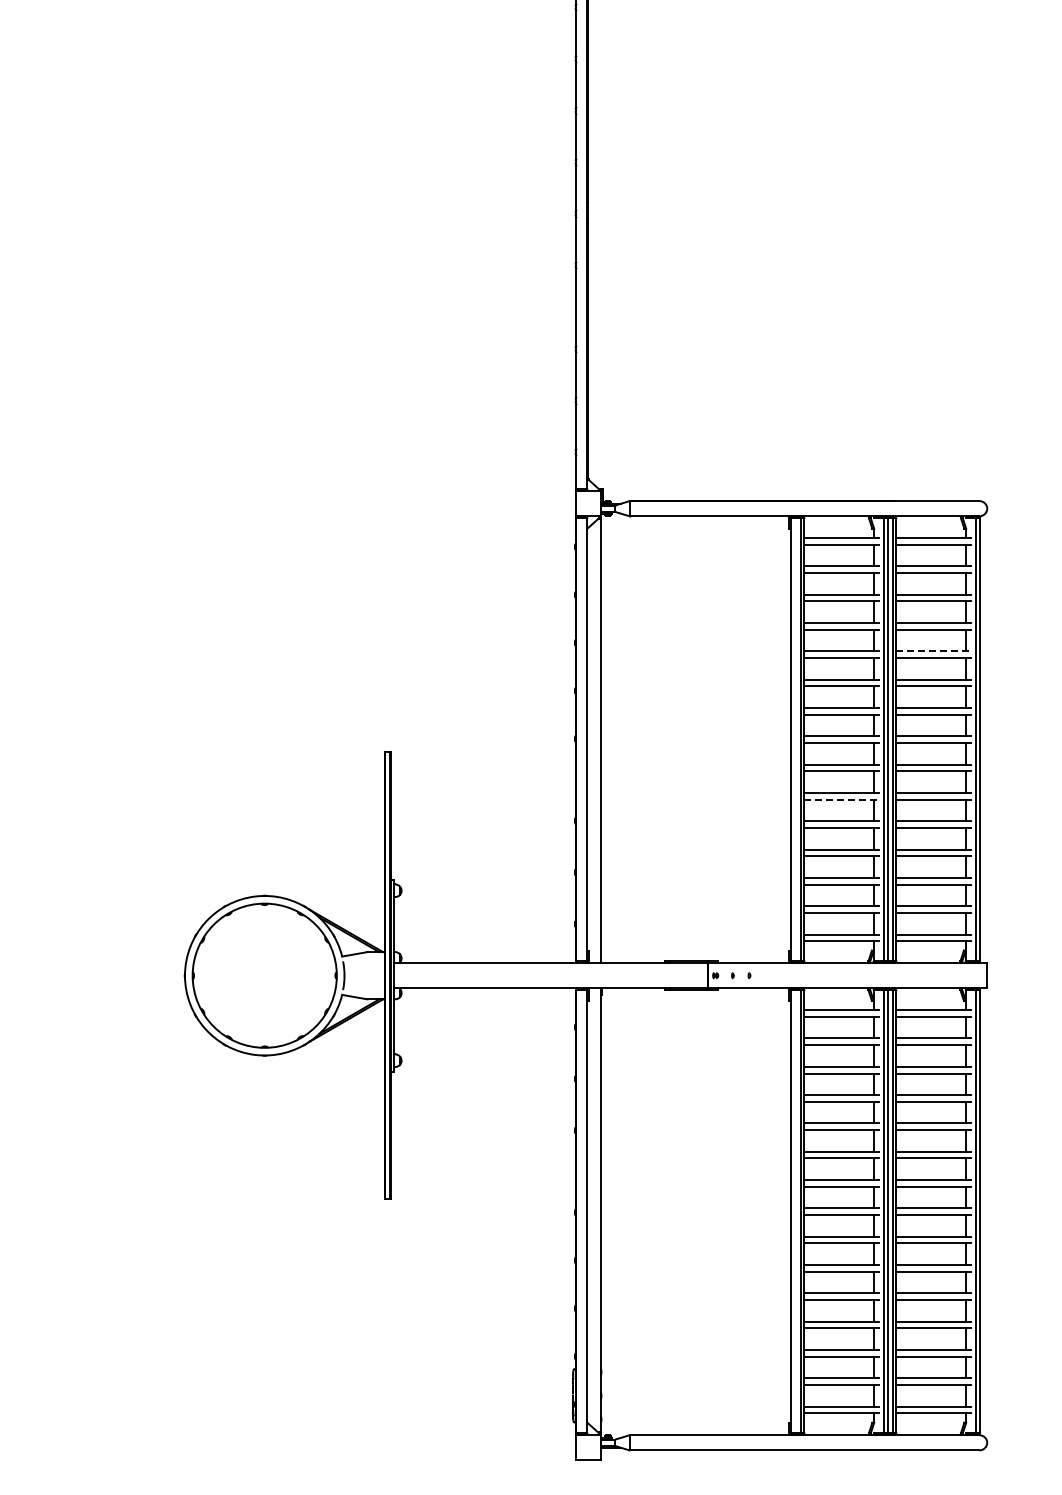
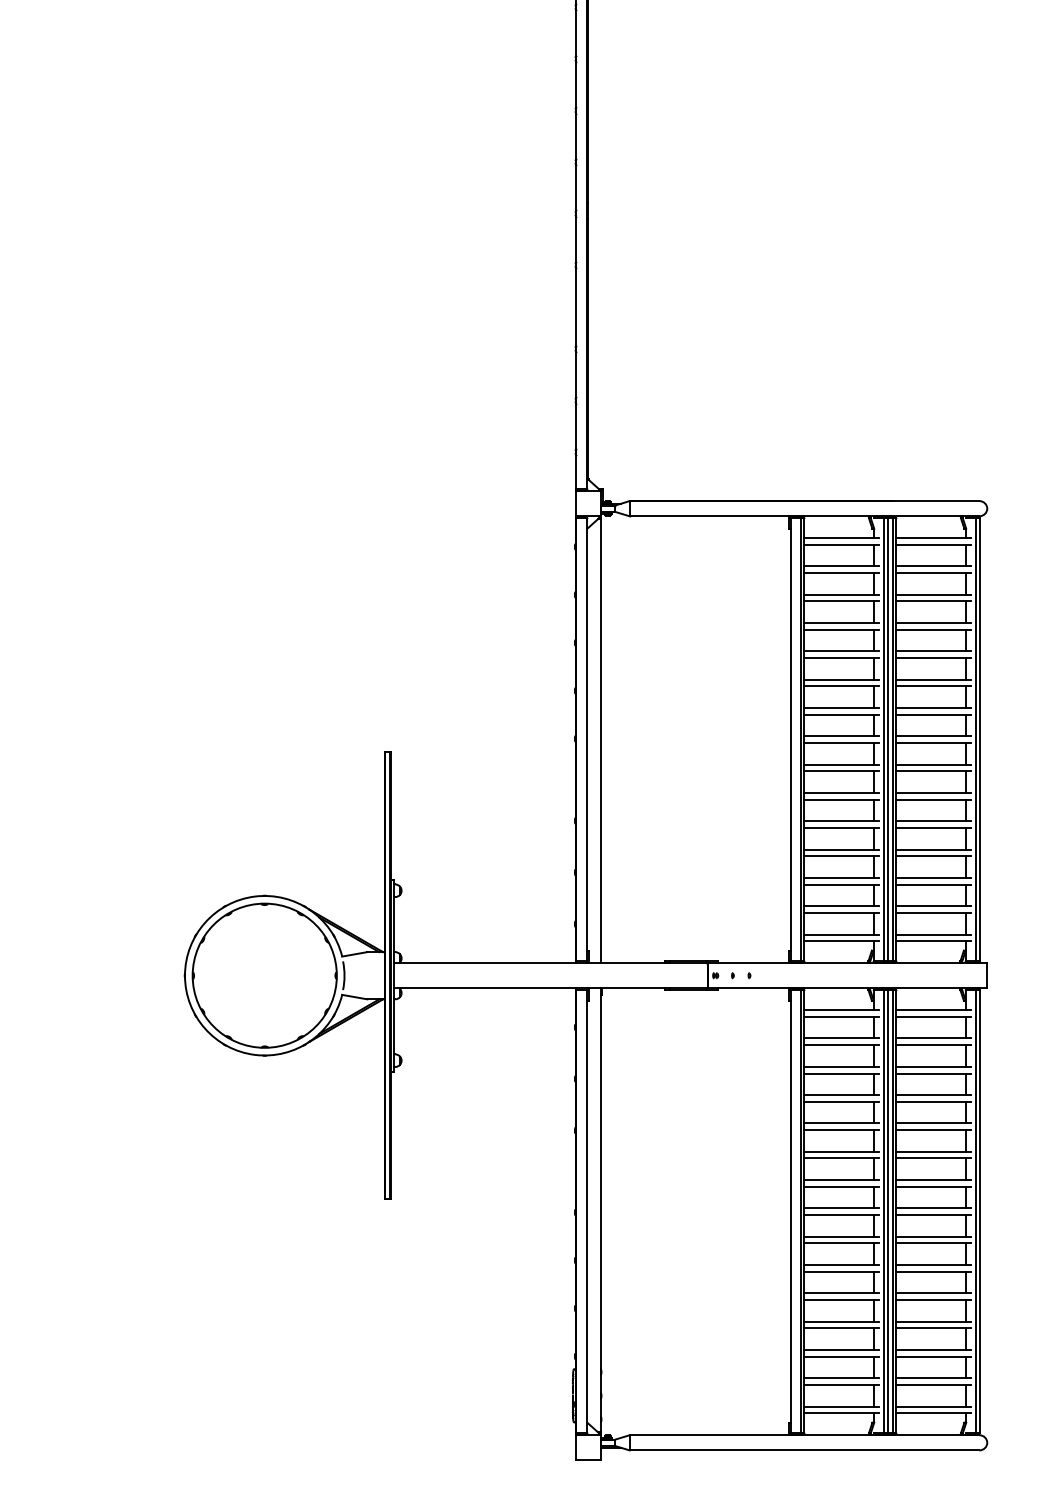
line at (934, 651): dashed -> solid
line at (842, 799): dashed -> solid
